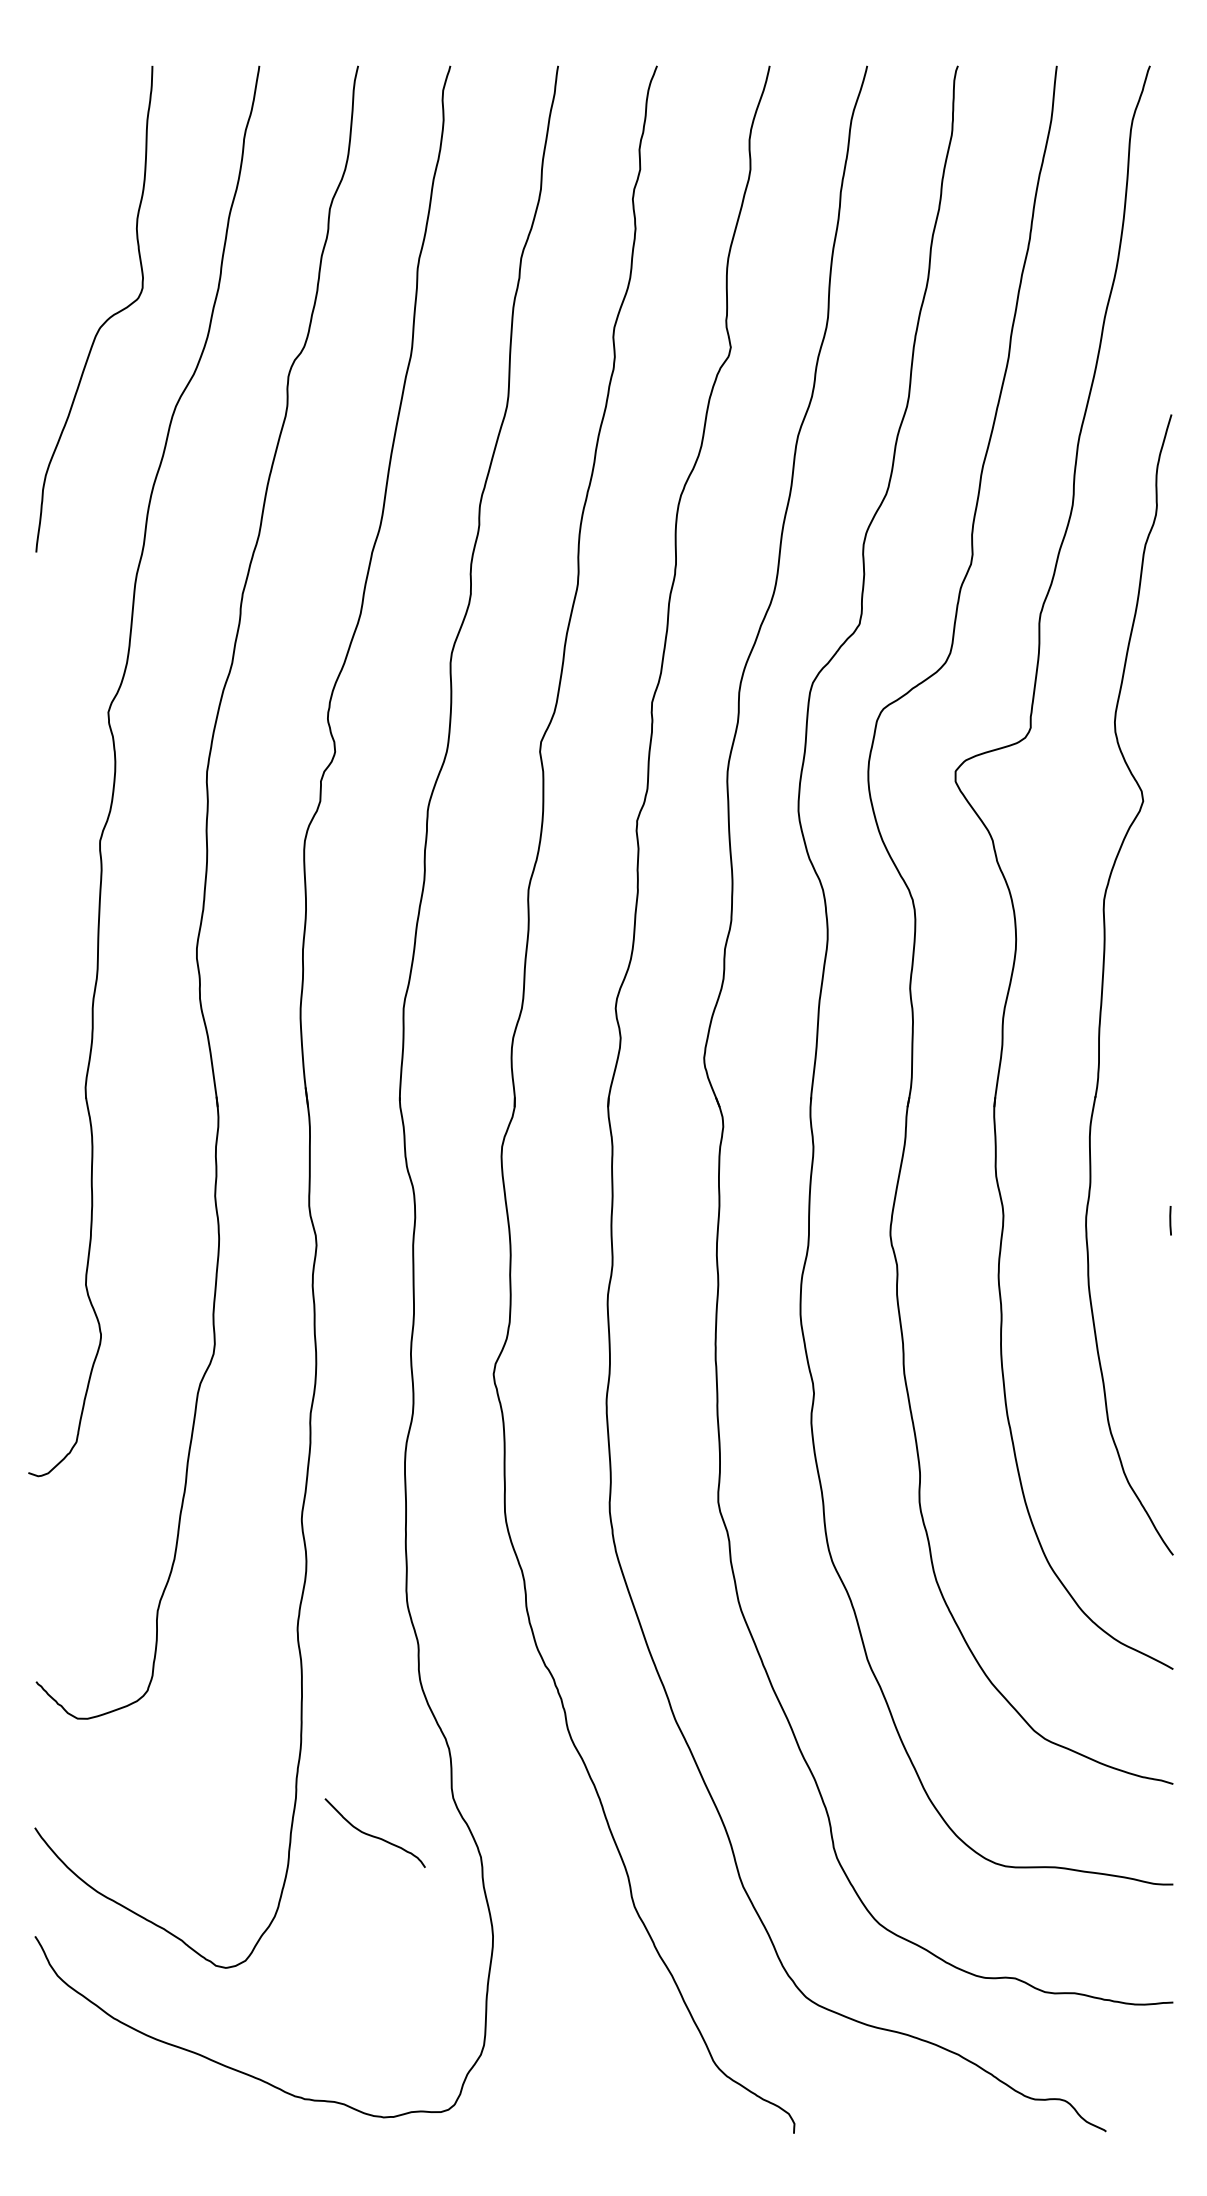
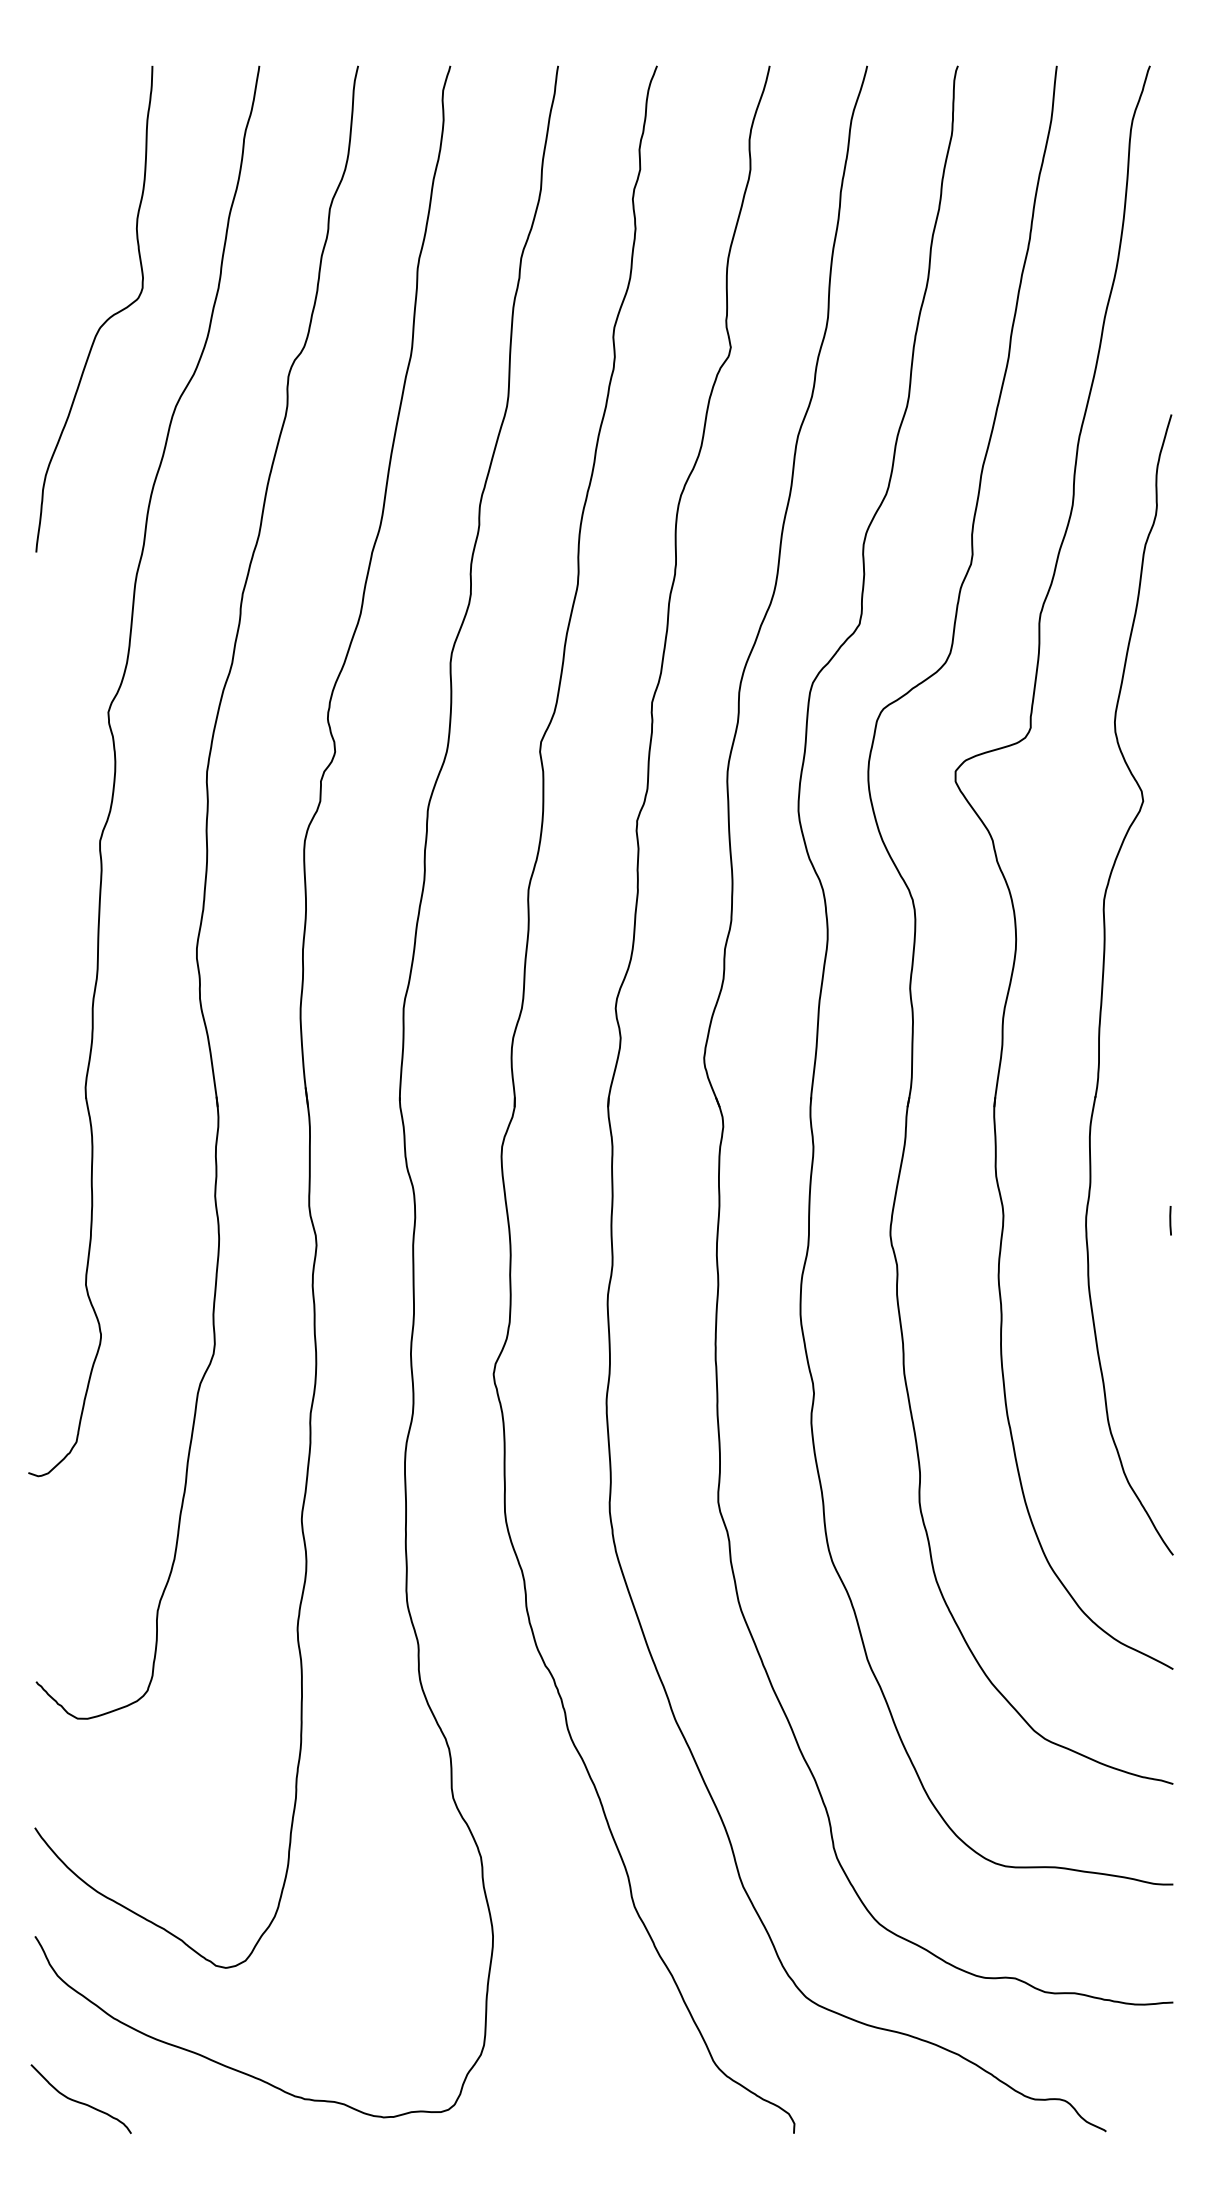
curve at (374, 1835) position: (374, 1835) -> (80, 2101)
